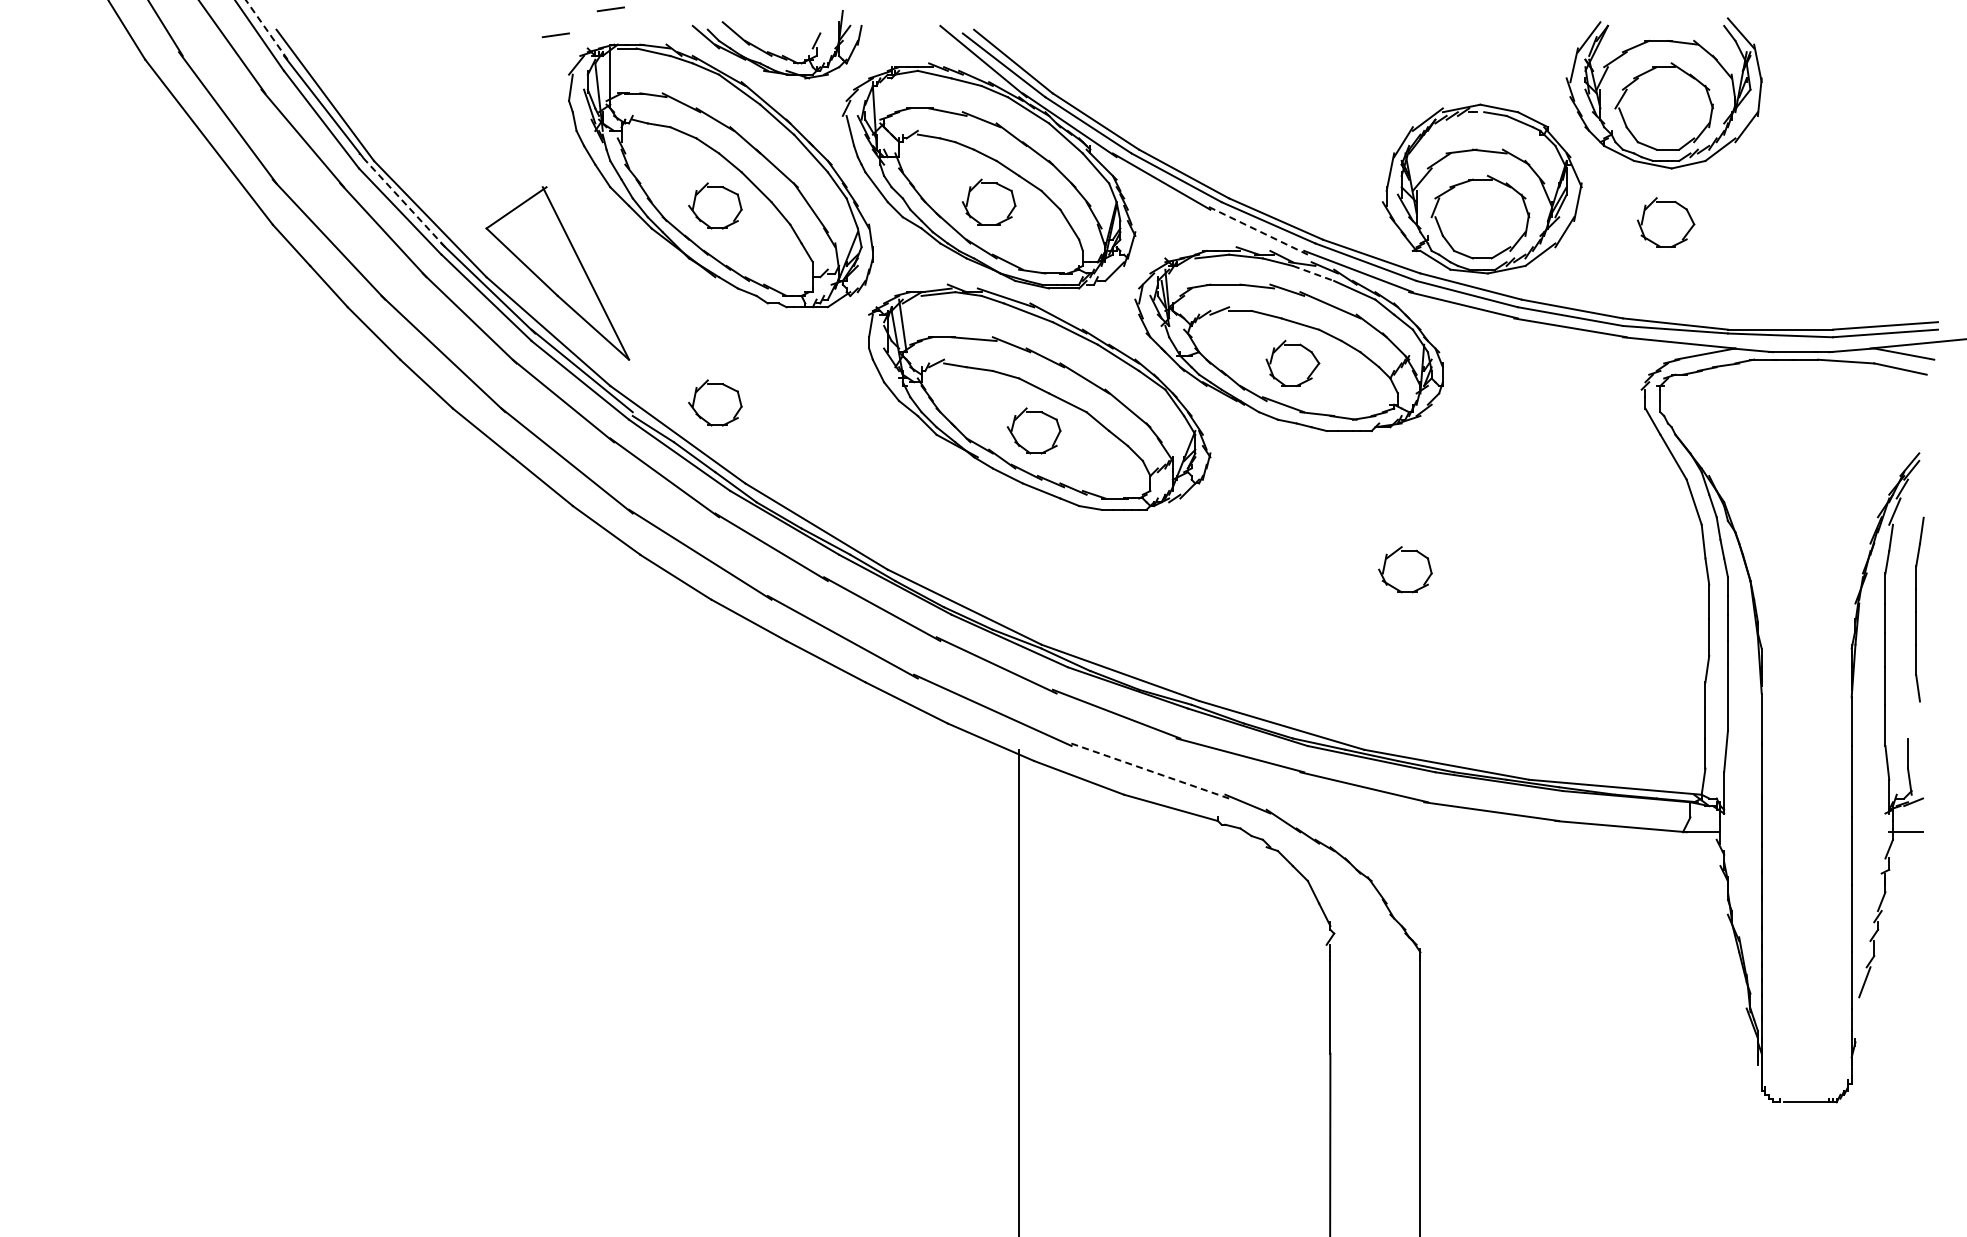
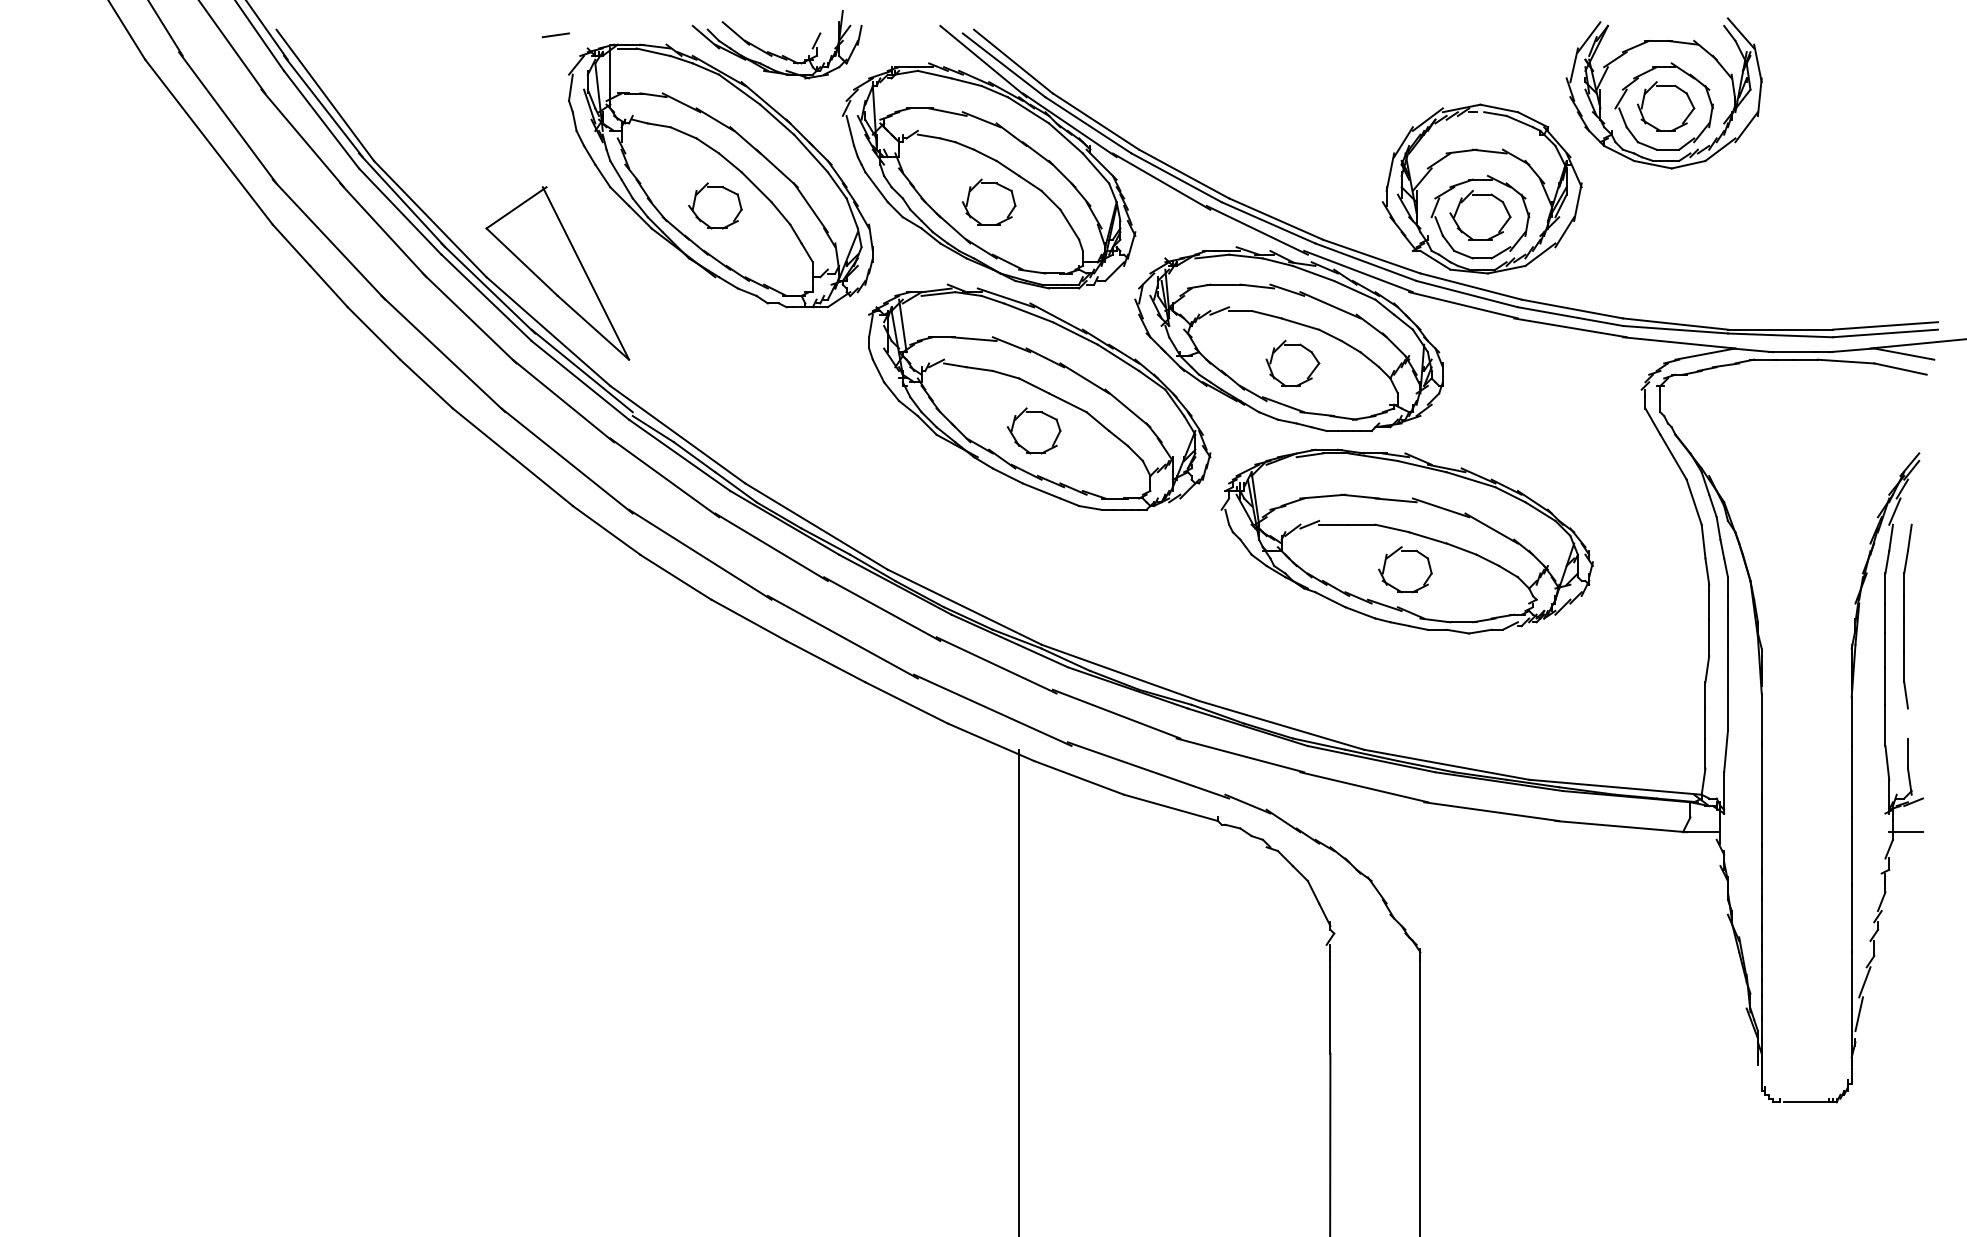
line at (610, 9): present -> none
line at (266, 29): dashed -> solid
line at (402, 200): dashed -> solid
part at (1480, 215): none -> present
part at (1666, 222) position: (1666, 222) -> (1666, 106)
line at (1256, 230): dashed -> solid
line at (1313, 273): dashed -> solid
part at (715, 402): present -> none
part at (1406, 541): none -> present
part at (1919, 609) position: (1919, 609) -> (1907, 616)
line at (1148, 770): dashed -> solid
line at (1858, 1014): none -> present
